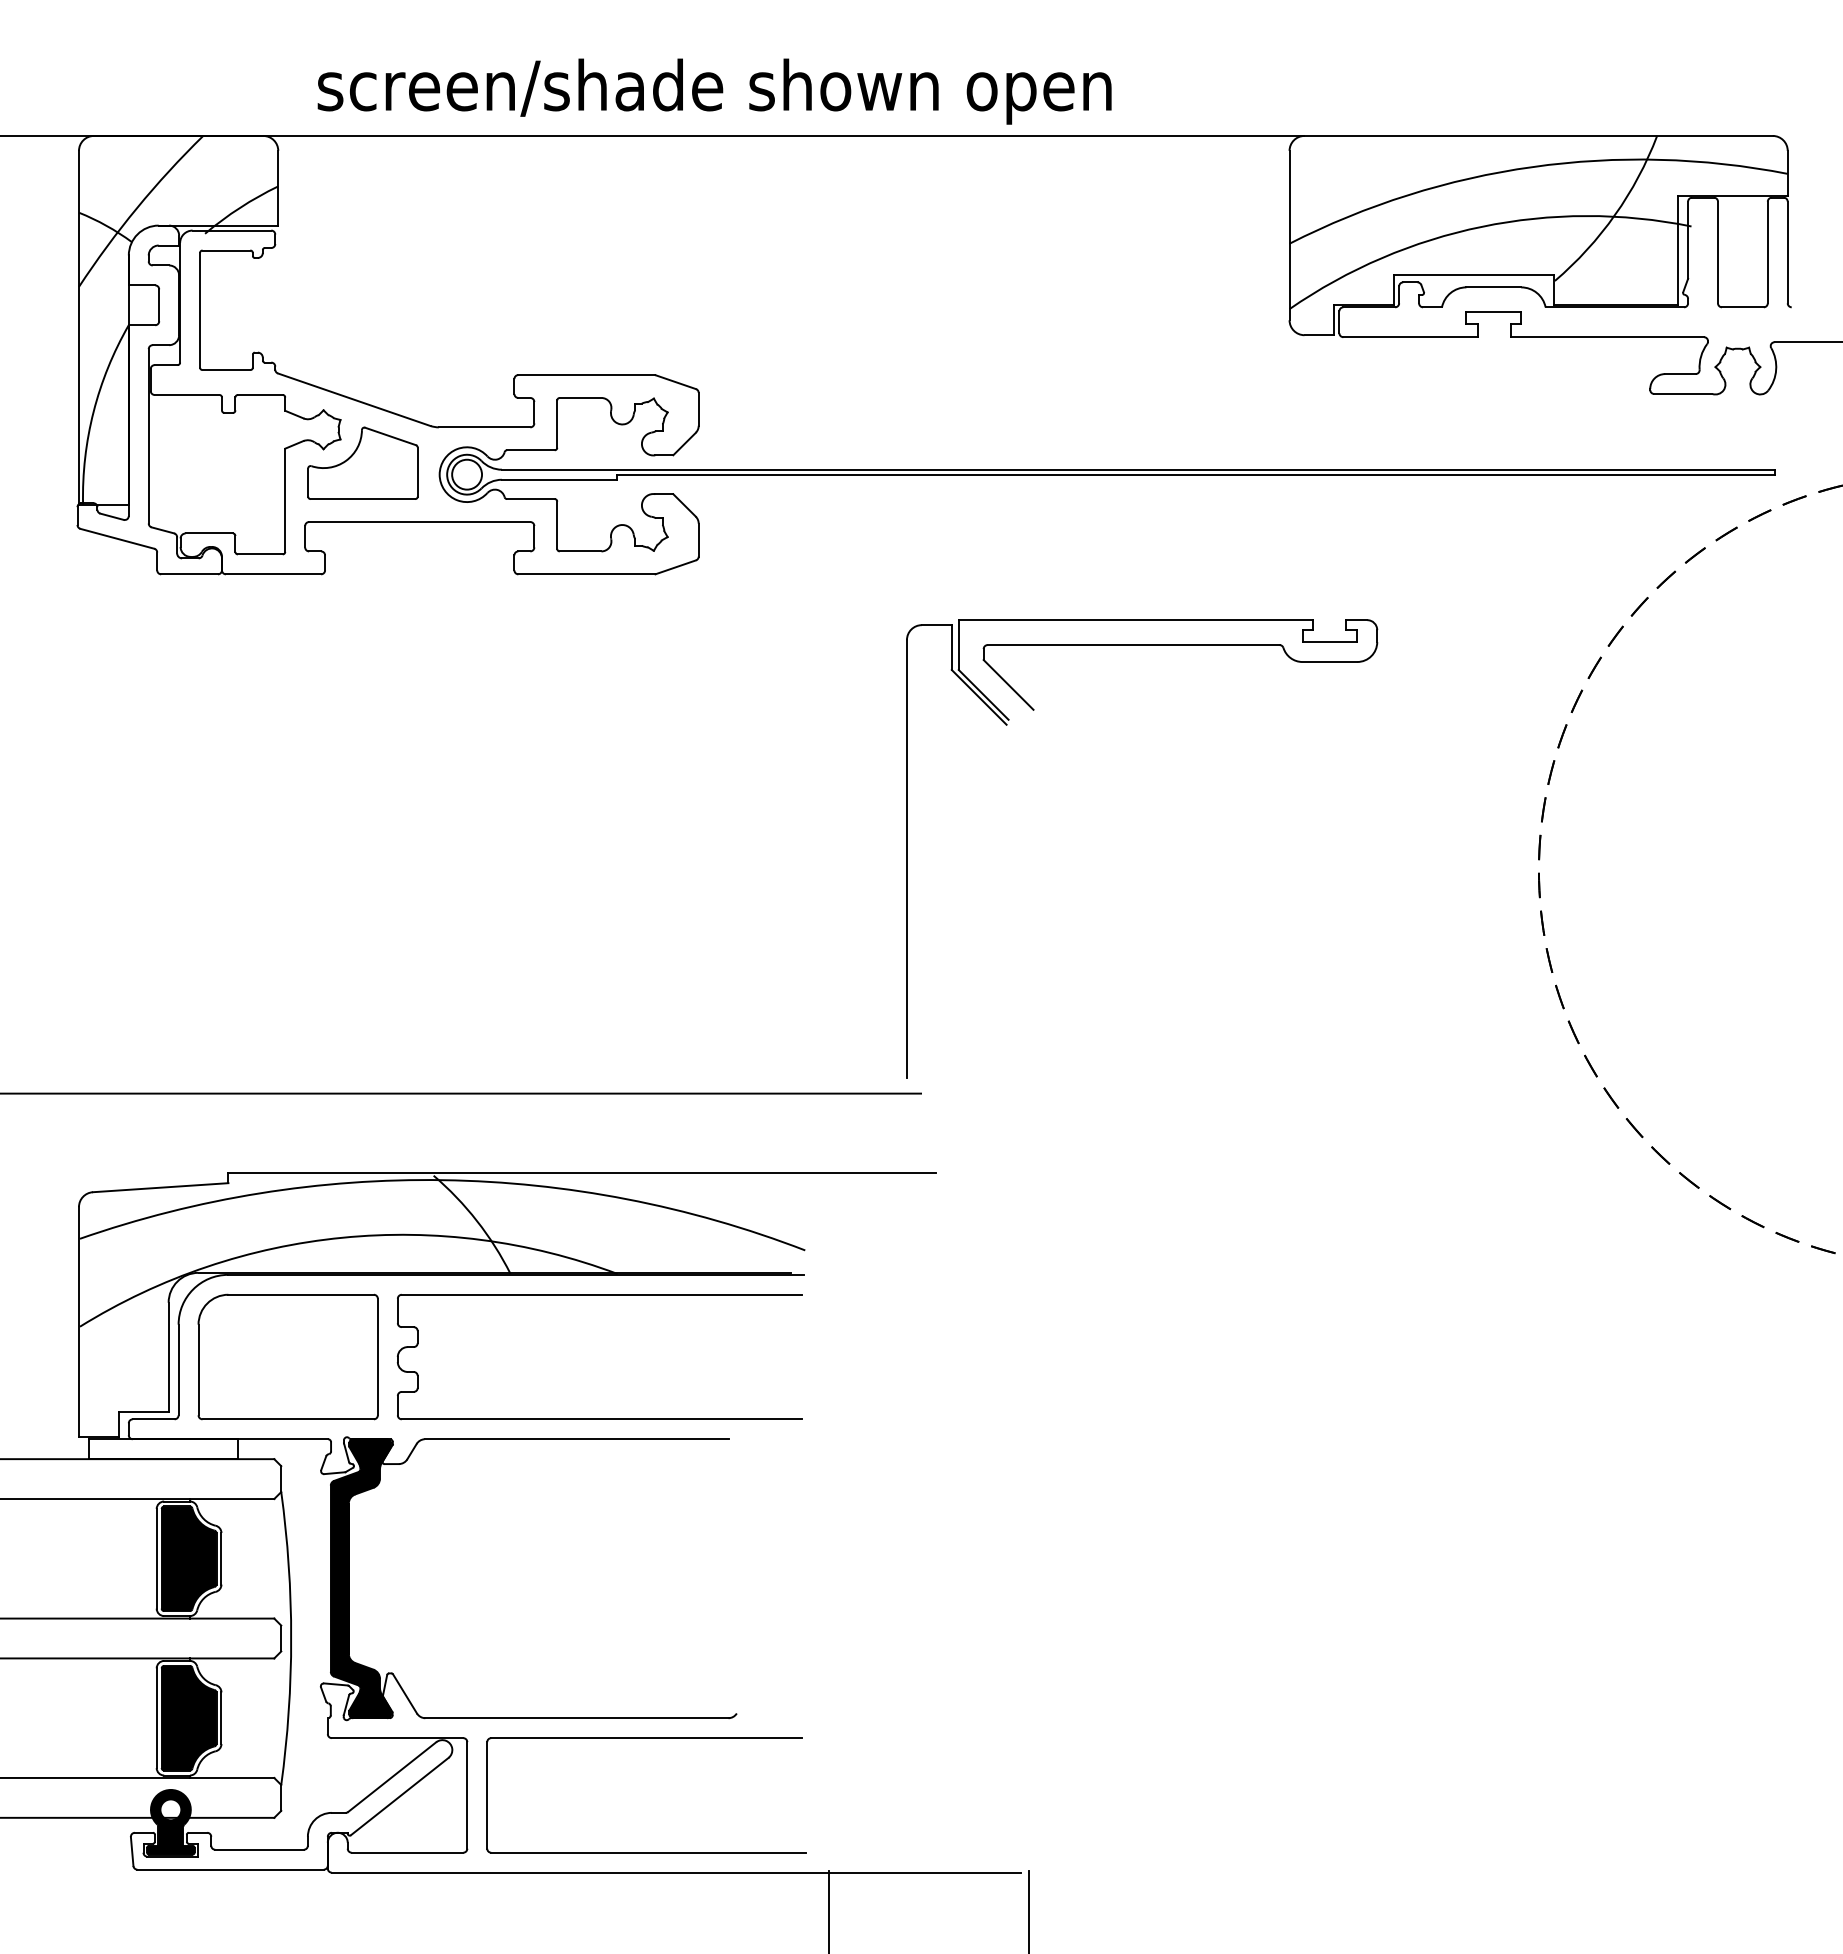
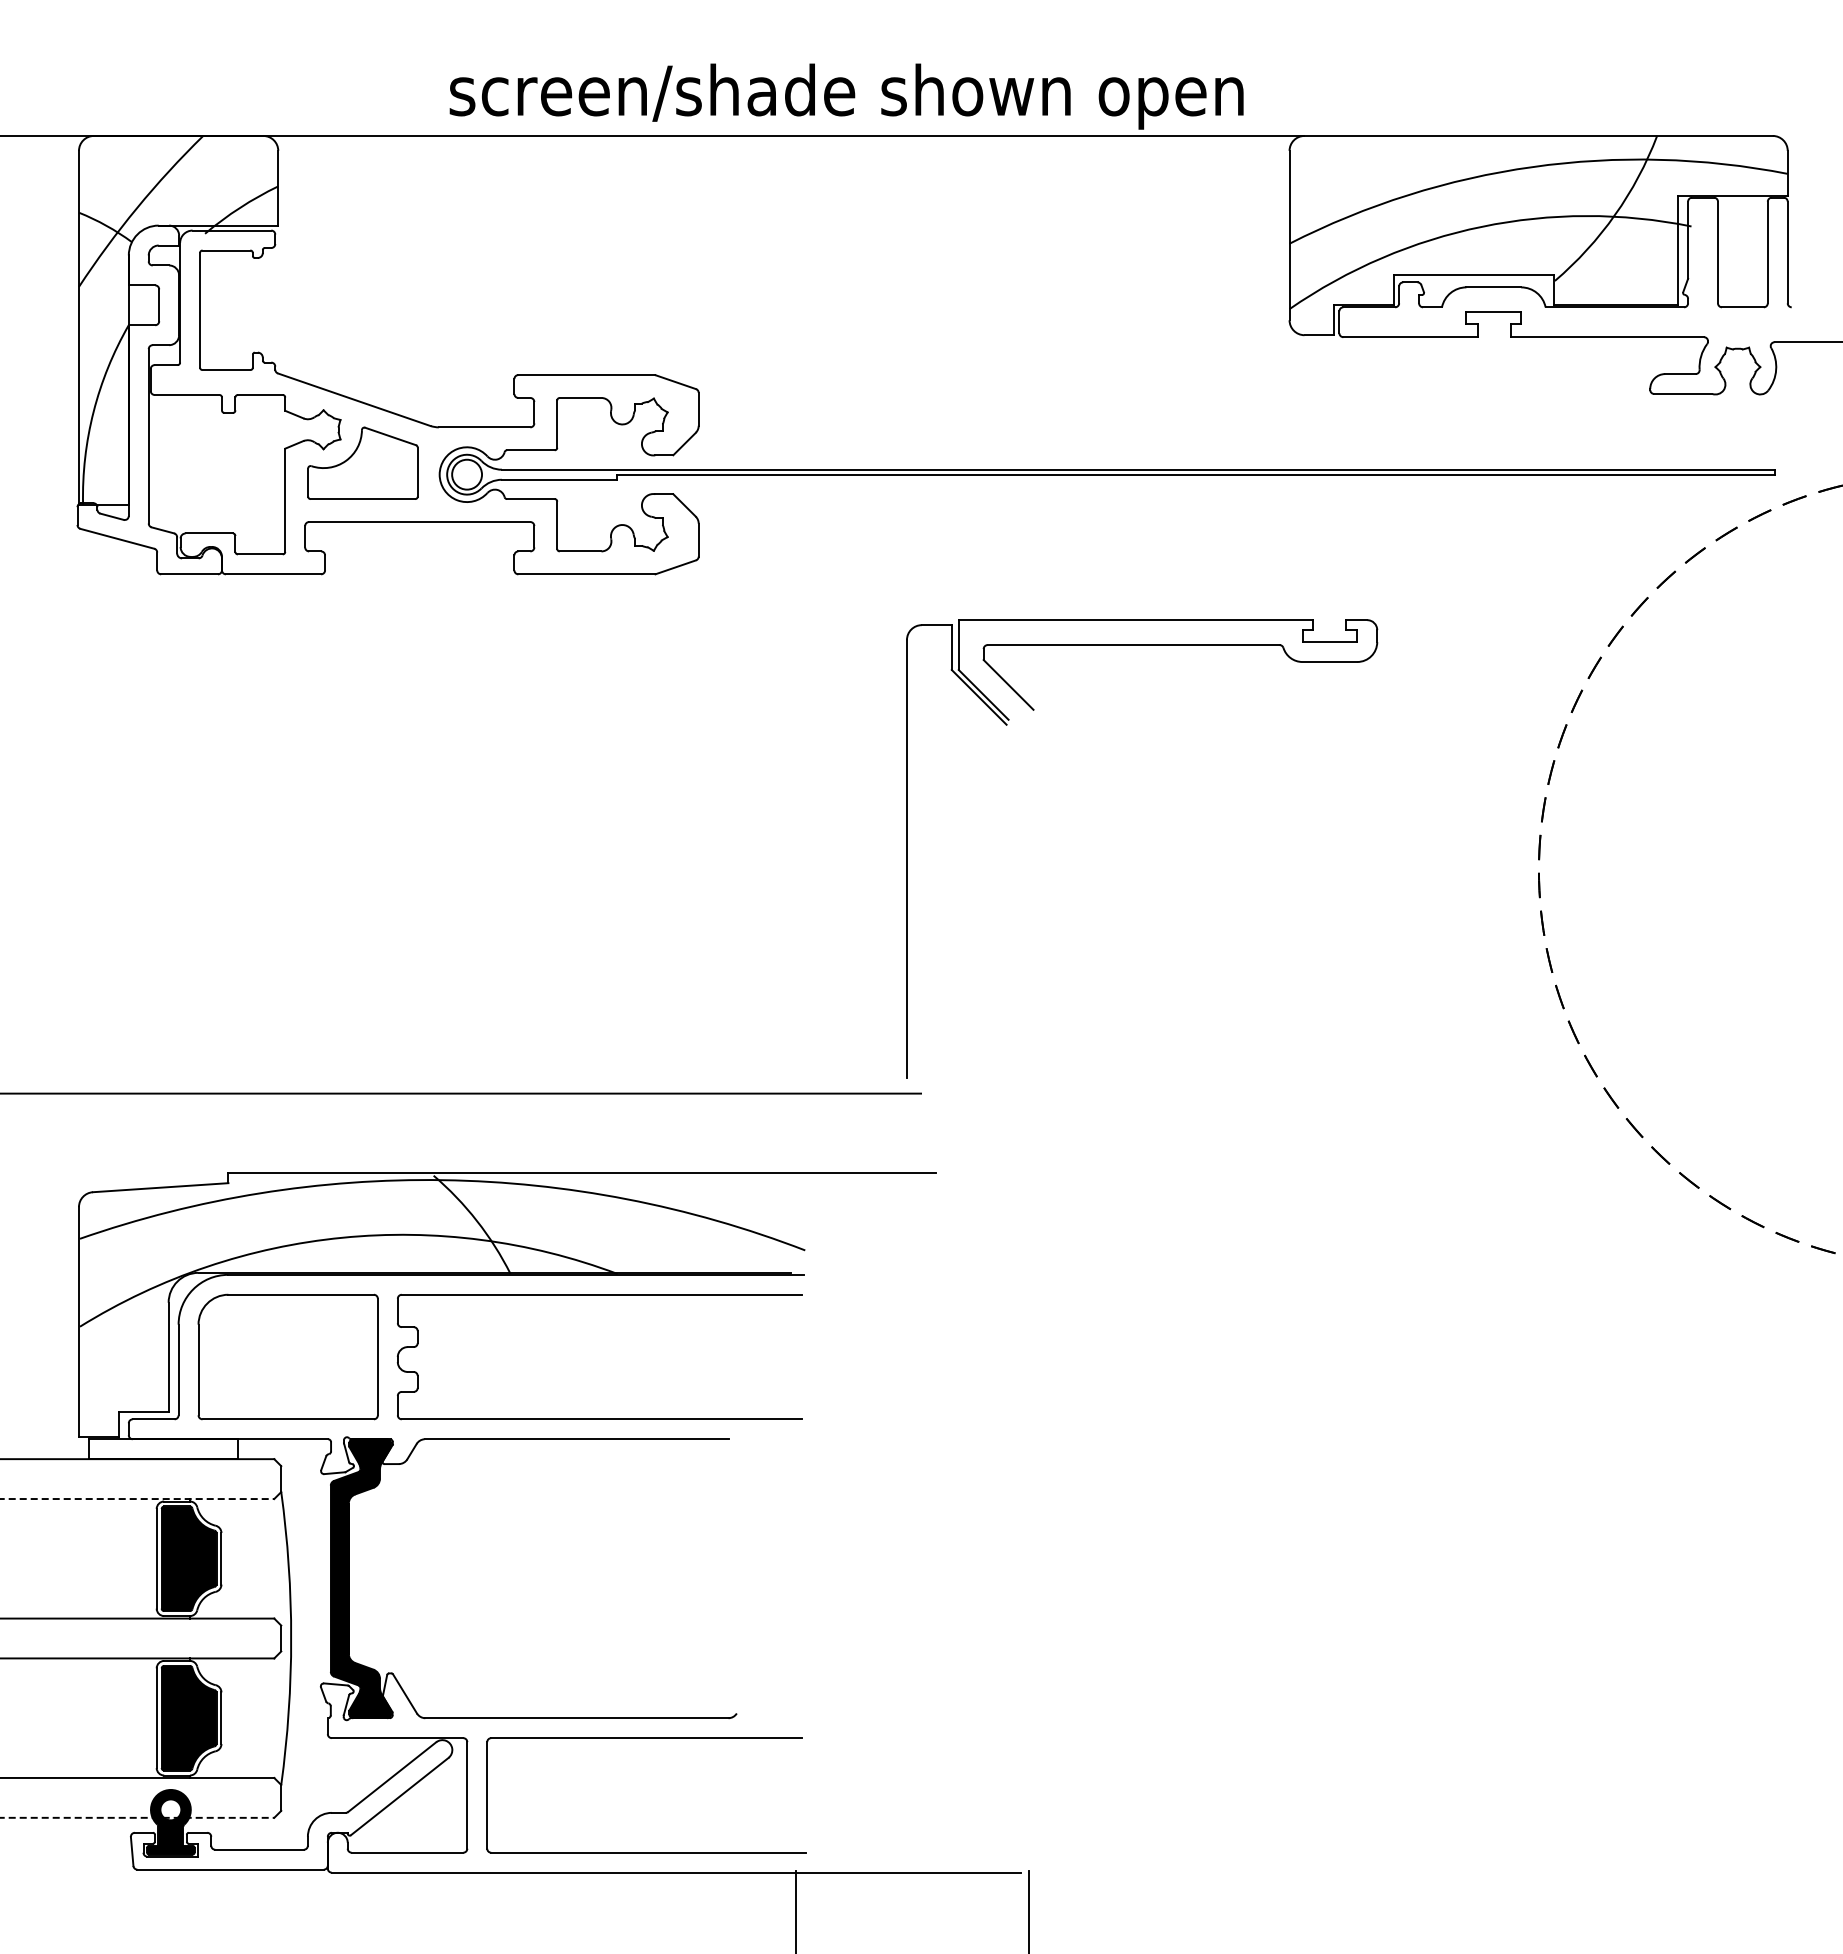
text at (714, 91) position: (714, 91) -> (846, 96)
line at (137, 1499): solid -> dashed
line at (137, 1817): solid -> dashed
line at (829, 1910) position: (829, 1910) -> (796, 1910)
